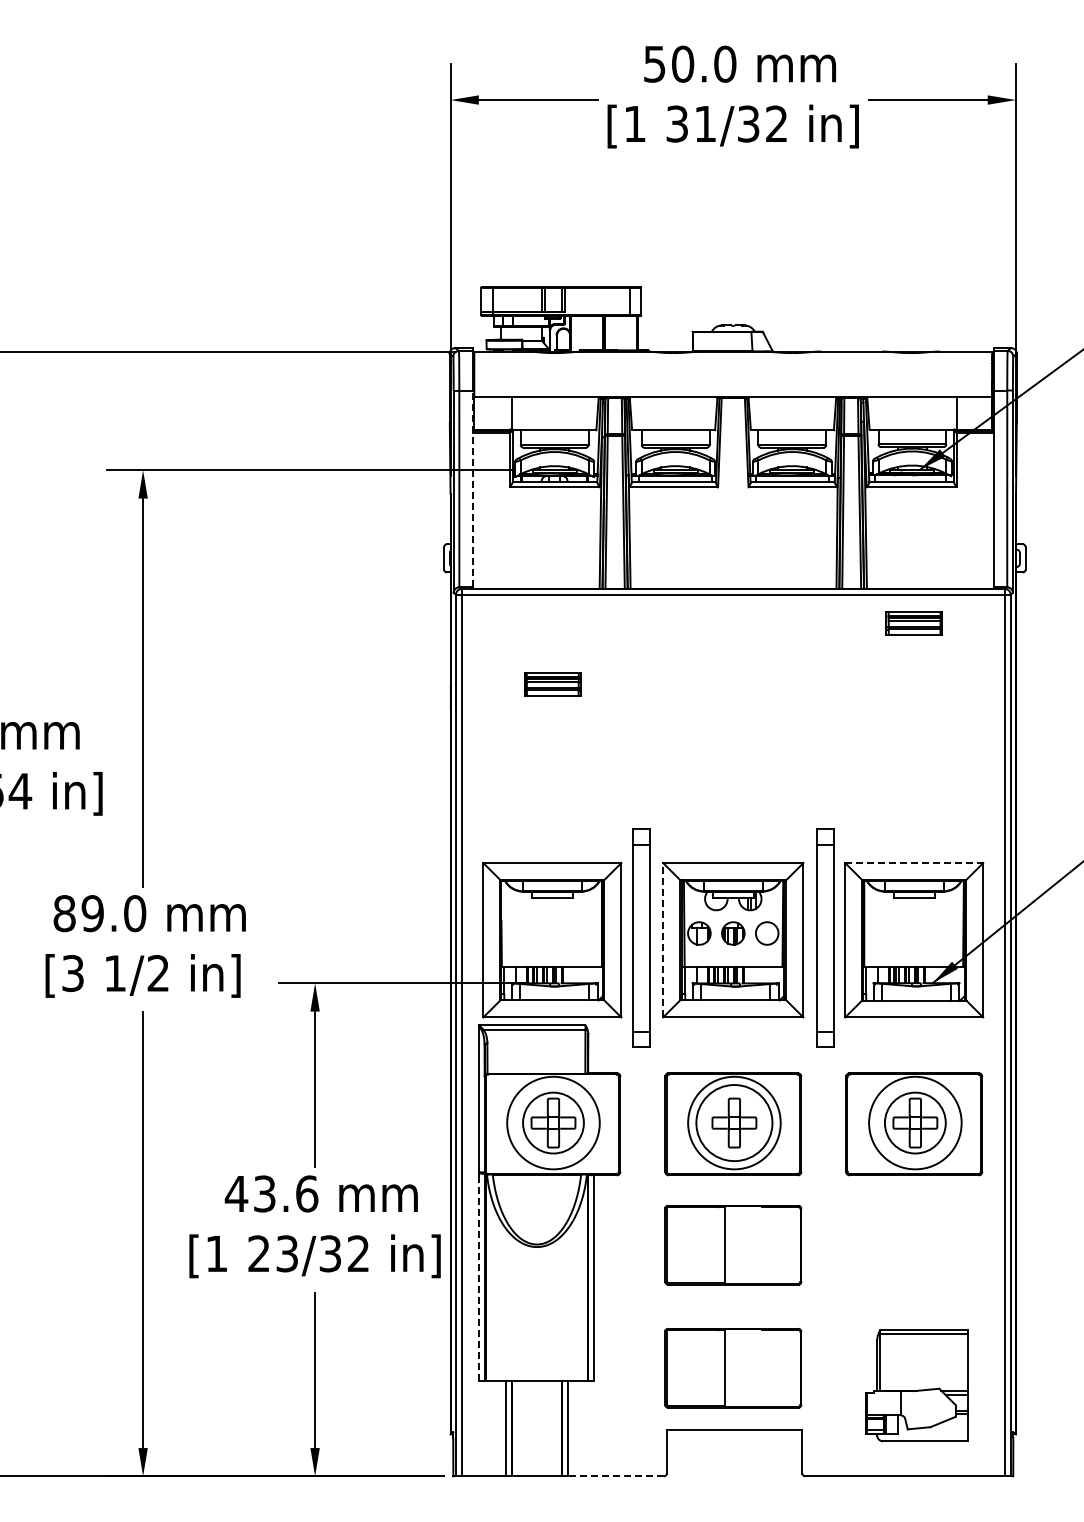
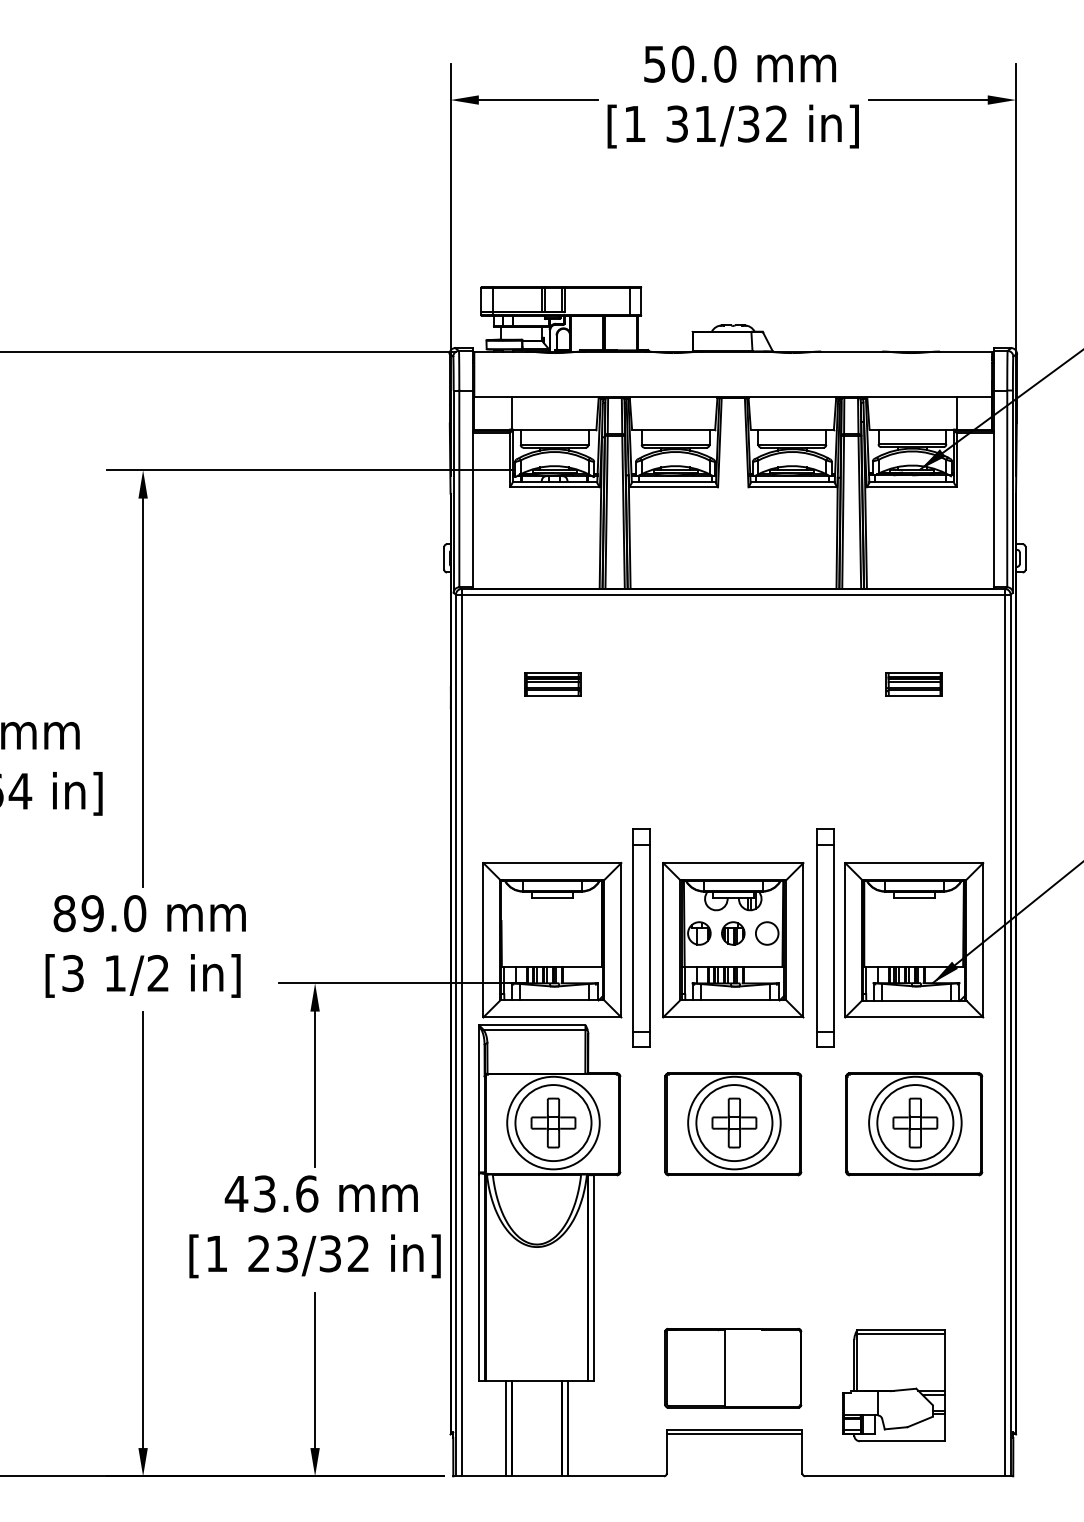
line at (472, 488): dashed -> solid
part at (913, 623) position: (913, 623) -> (913, 684)
line at (914, 863): dashed -> solid
line at (663, 939): dashed -> solid
circle at (553, 1122) diameter: 61 px -> 76 px
circle at (914, 1122) diameter: 61 px -> 76 px
part at (733, 1244): present -> none
line at (479, 1277): dashed -> solid
part at (916, 1385) position: (916, 1385) -> (893, 1385)
line at (734, 1434): none -> present
line at (615, 1476): dashed -> solid
